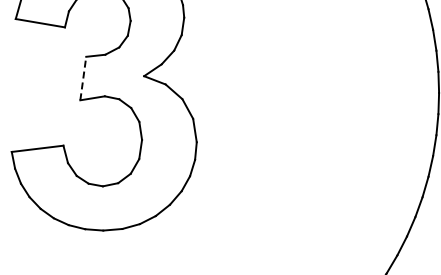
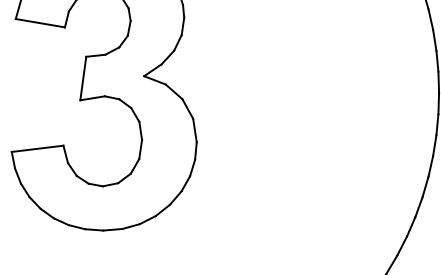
line at (83, 78): dashed -> solid
